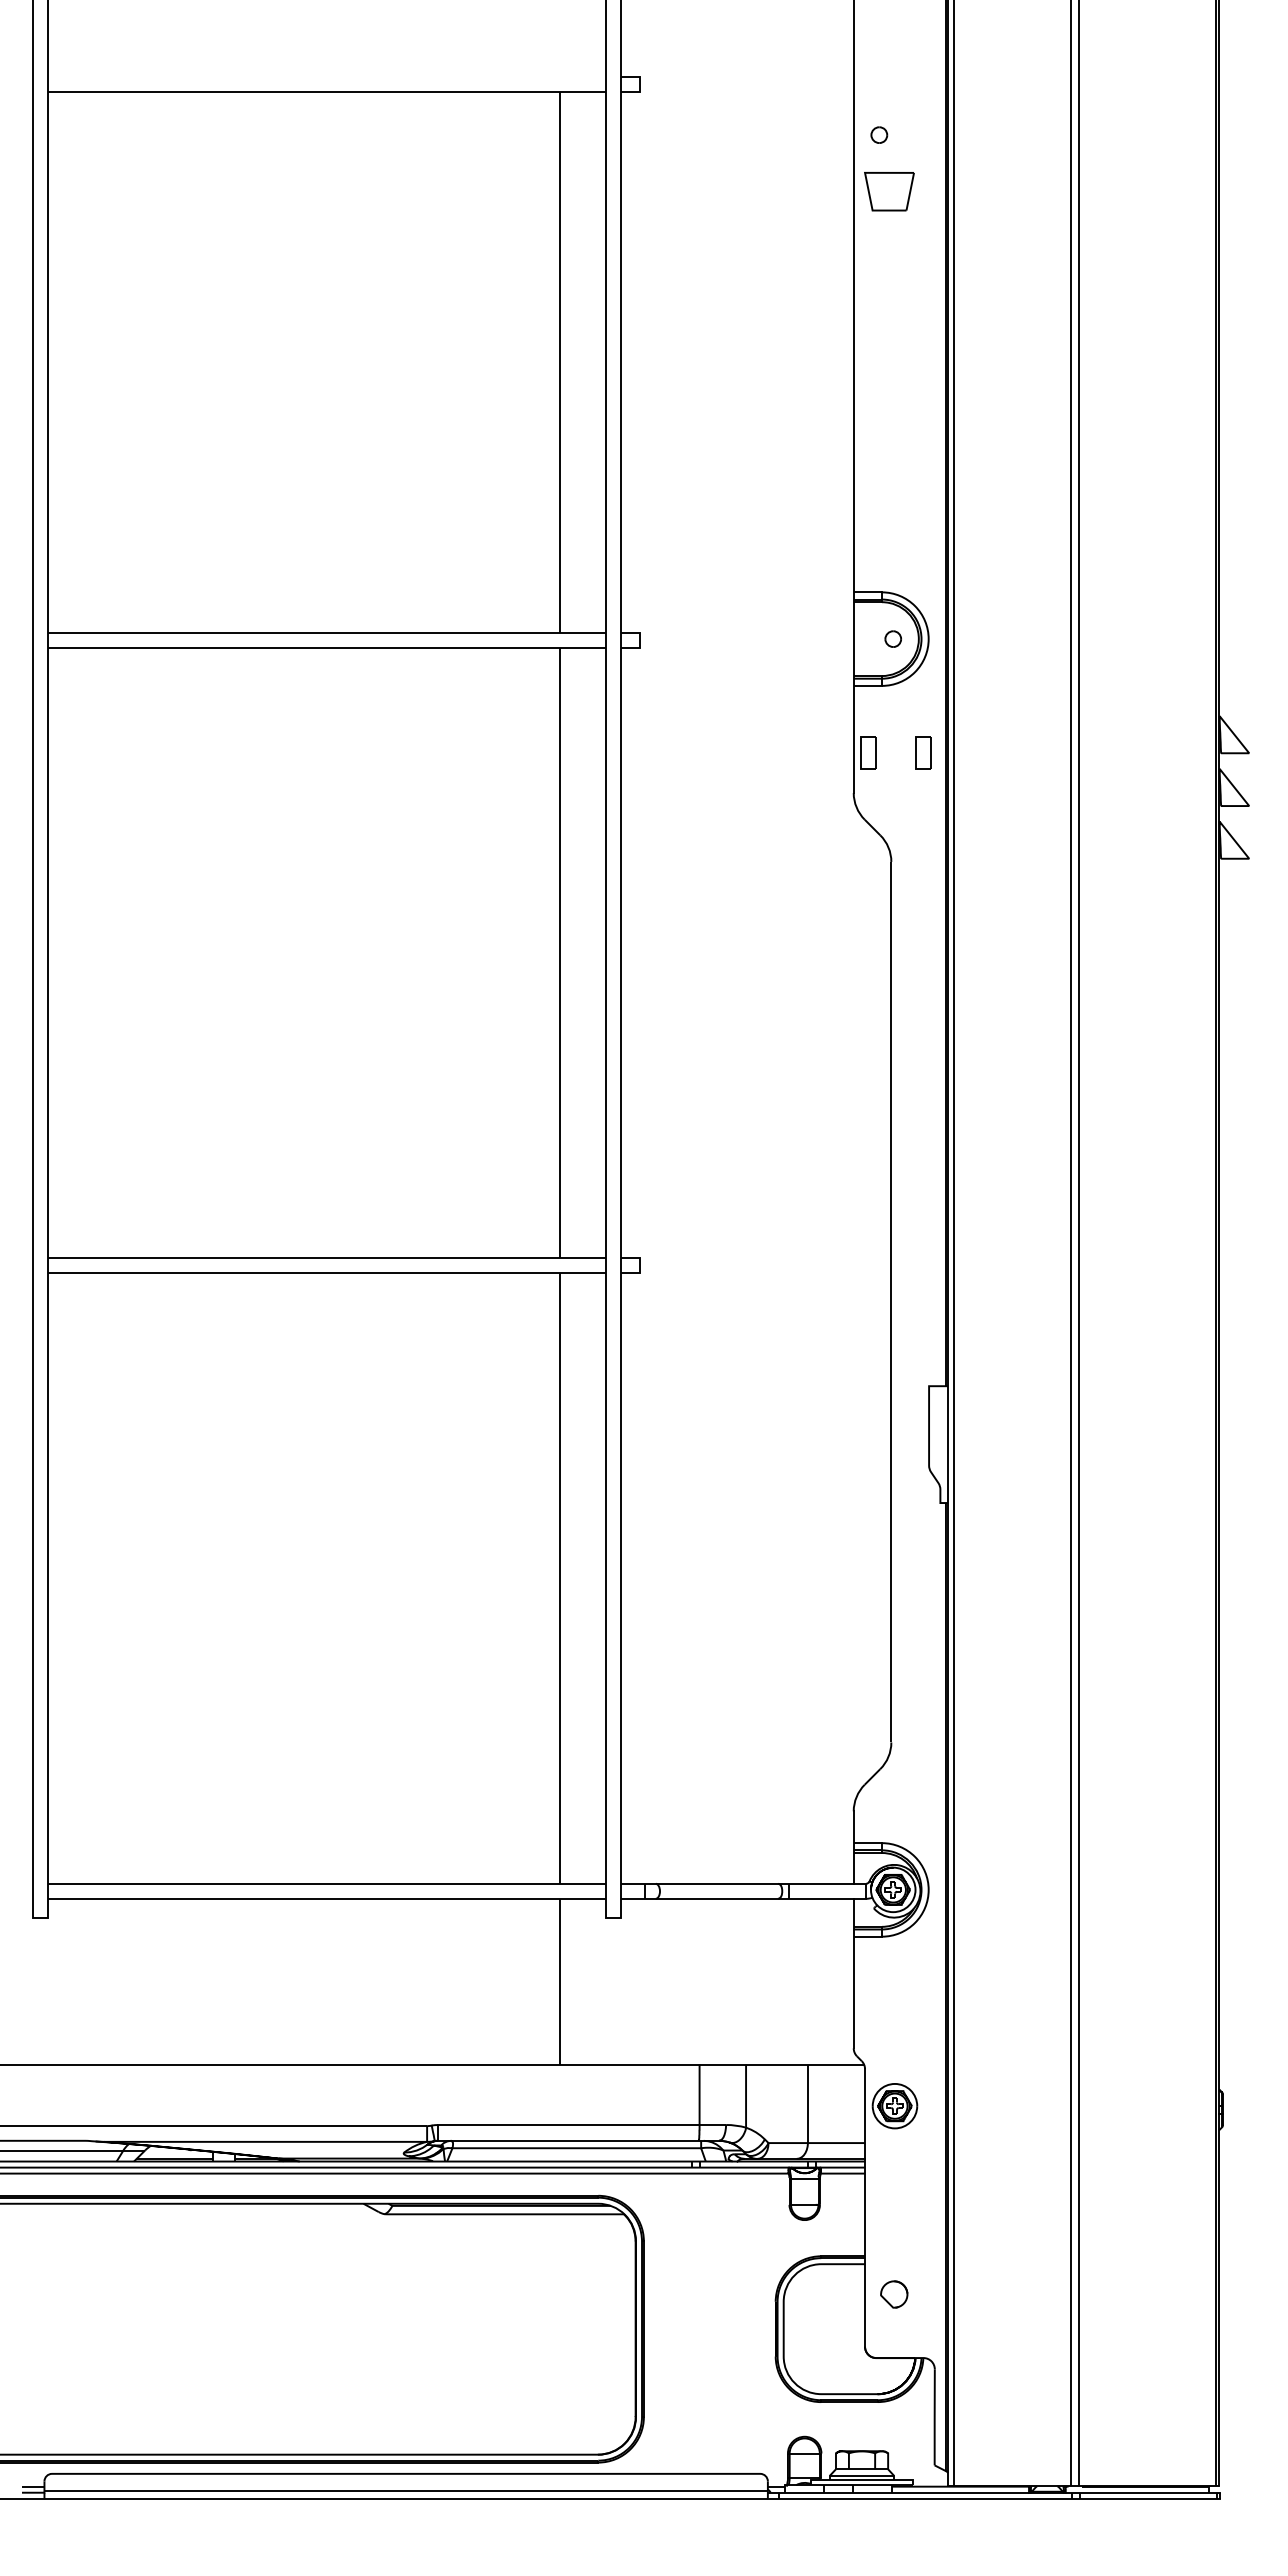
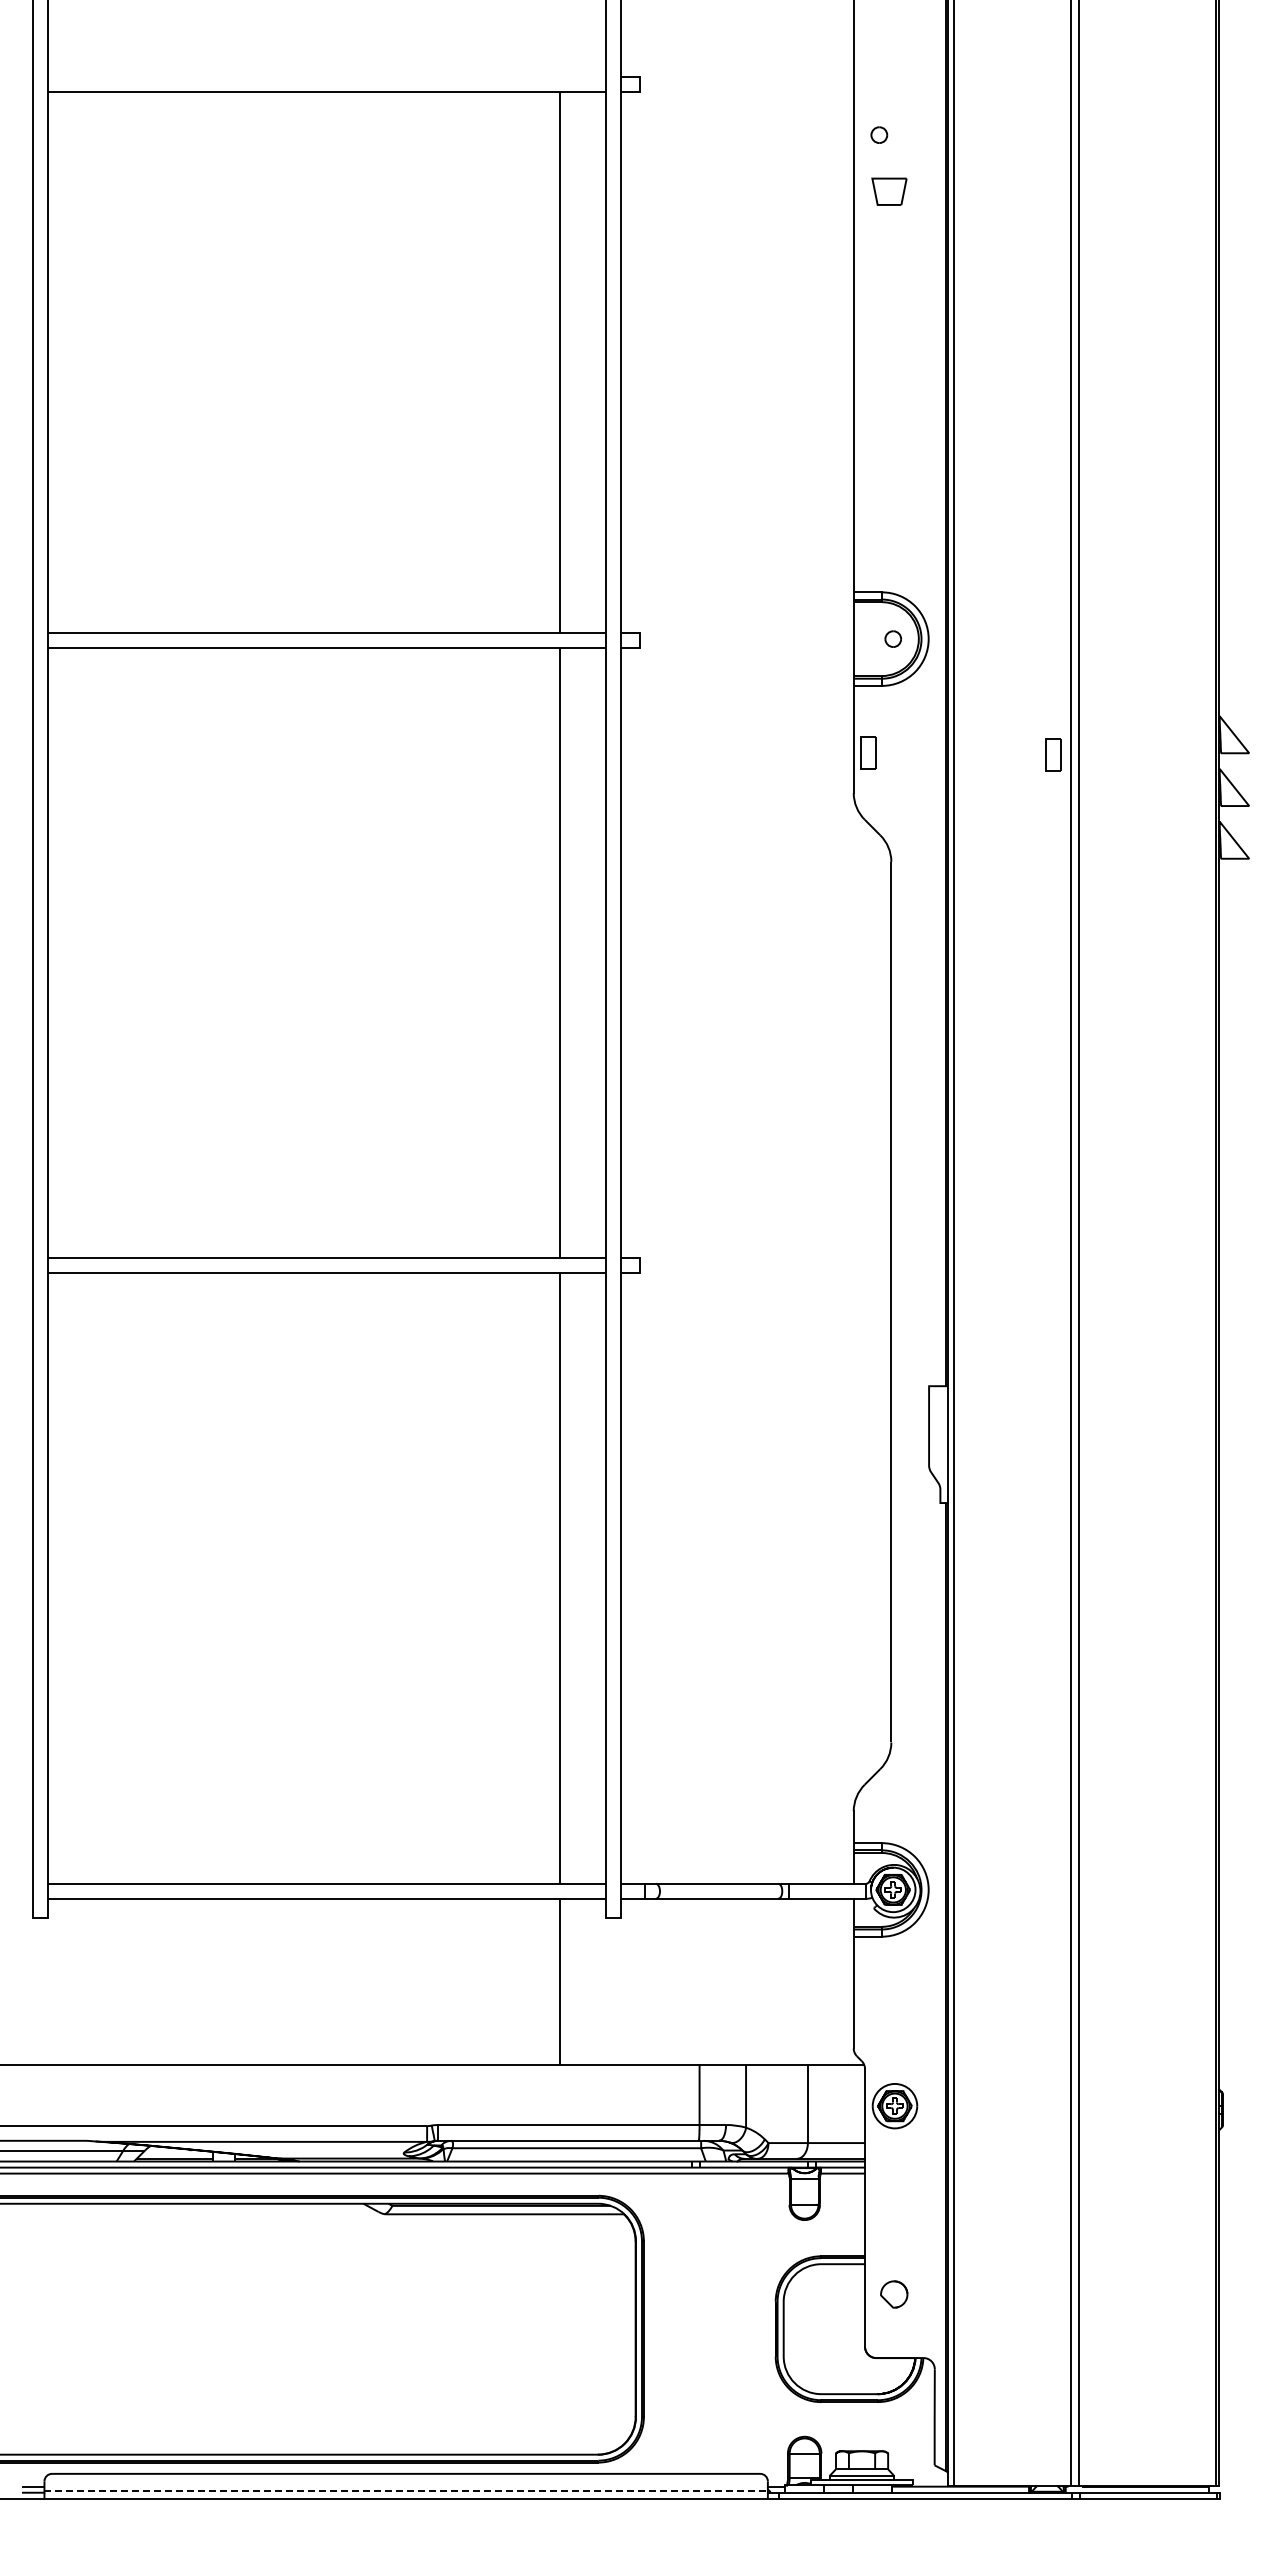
part at (889, 191) size: 51x40 px -> 37x29 px
part at (923, 752) position: (923, 752) -> (1053, 754)
line at (406, 2490): solid -> dashed
